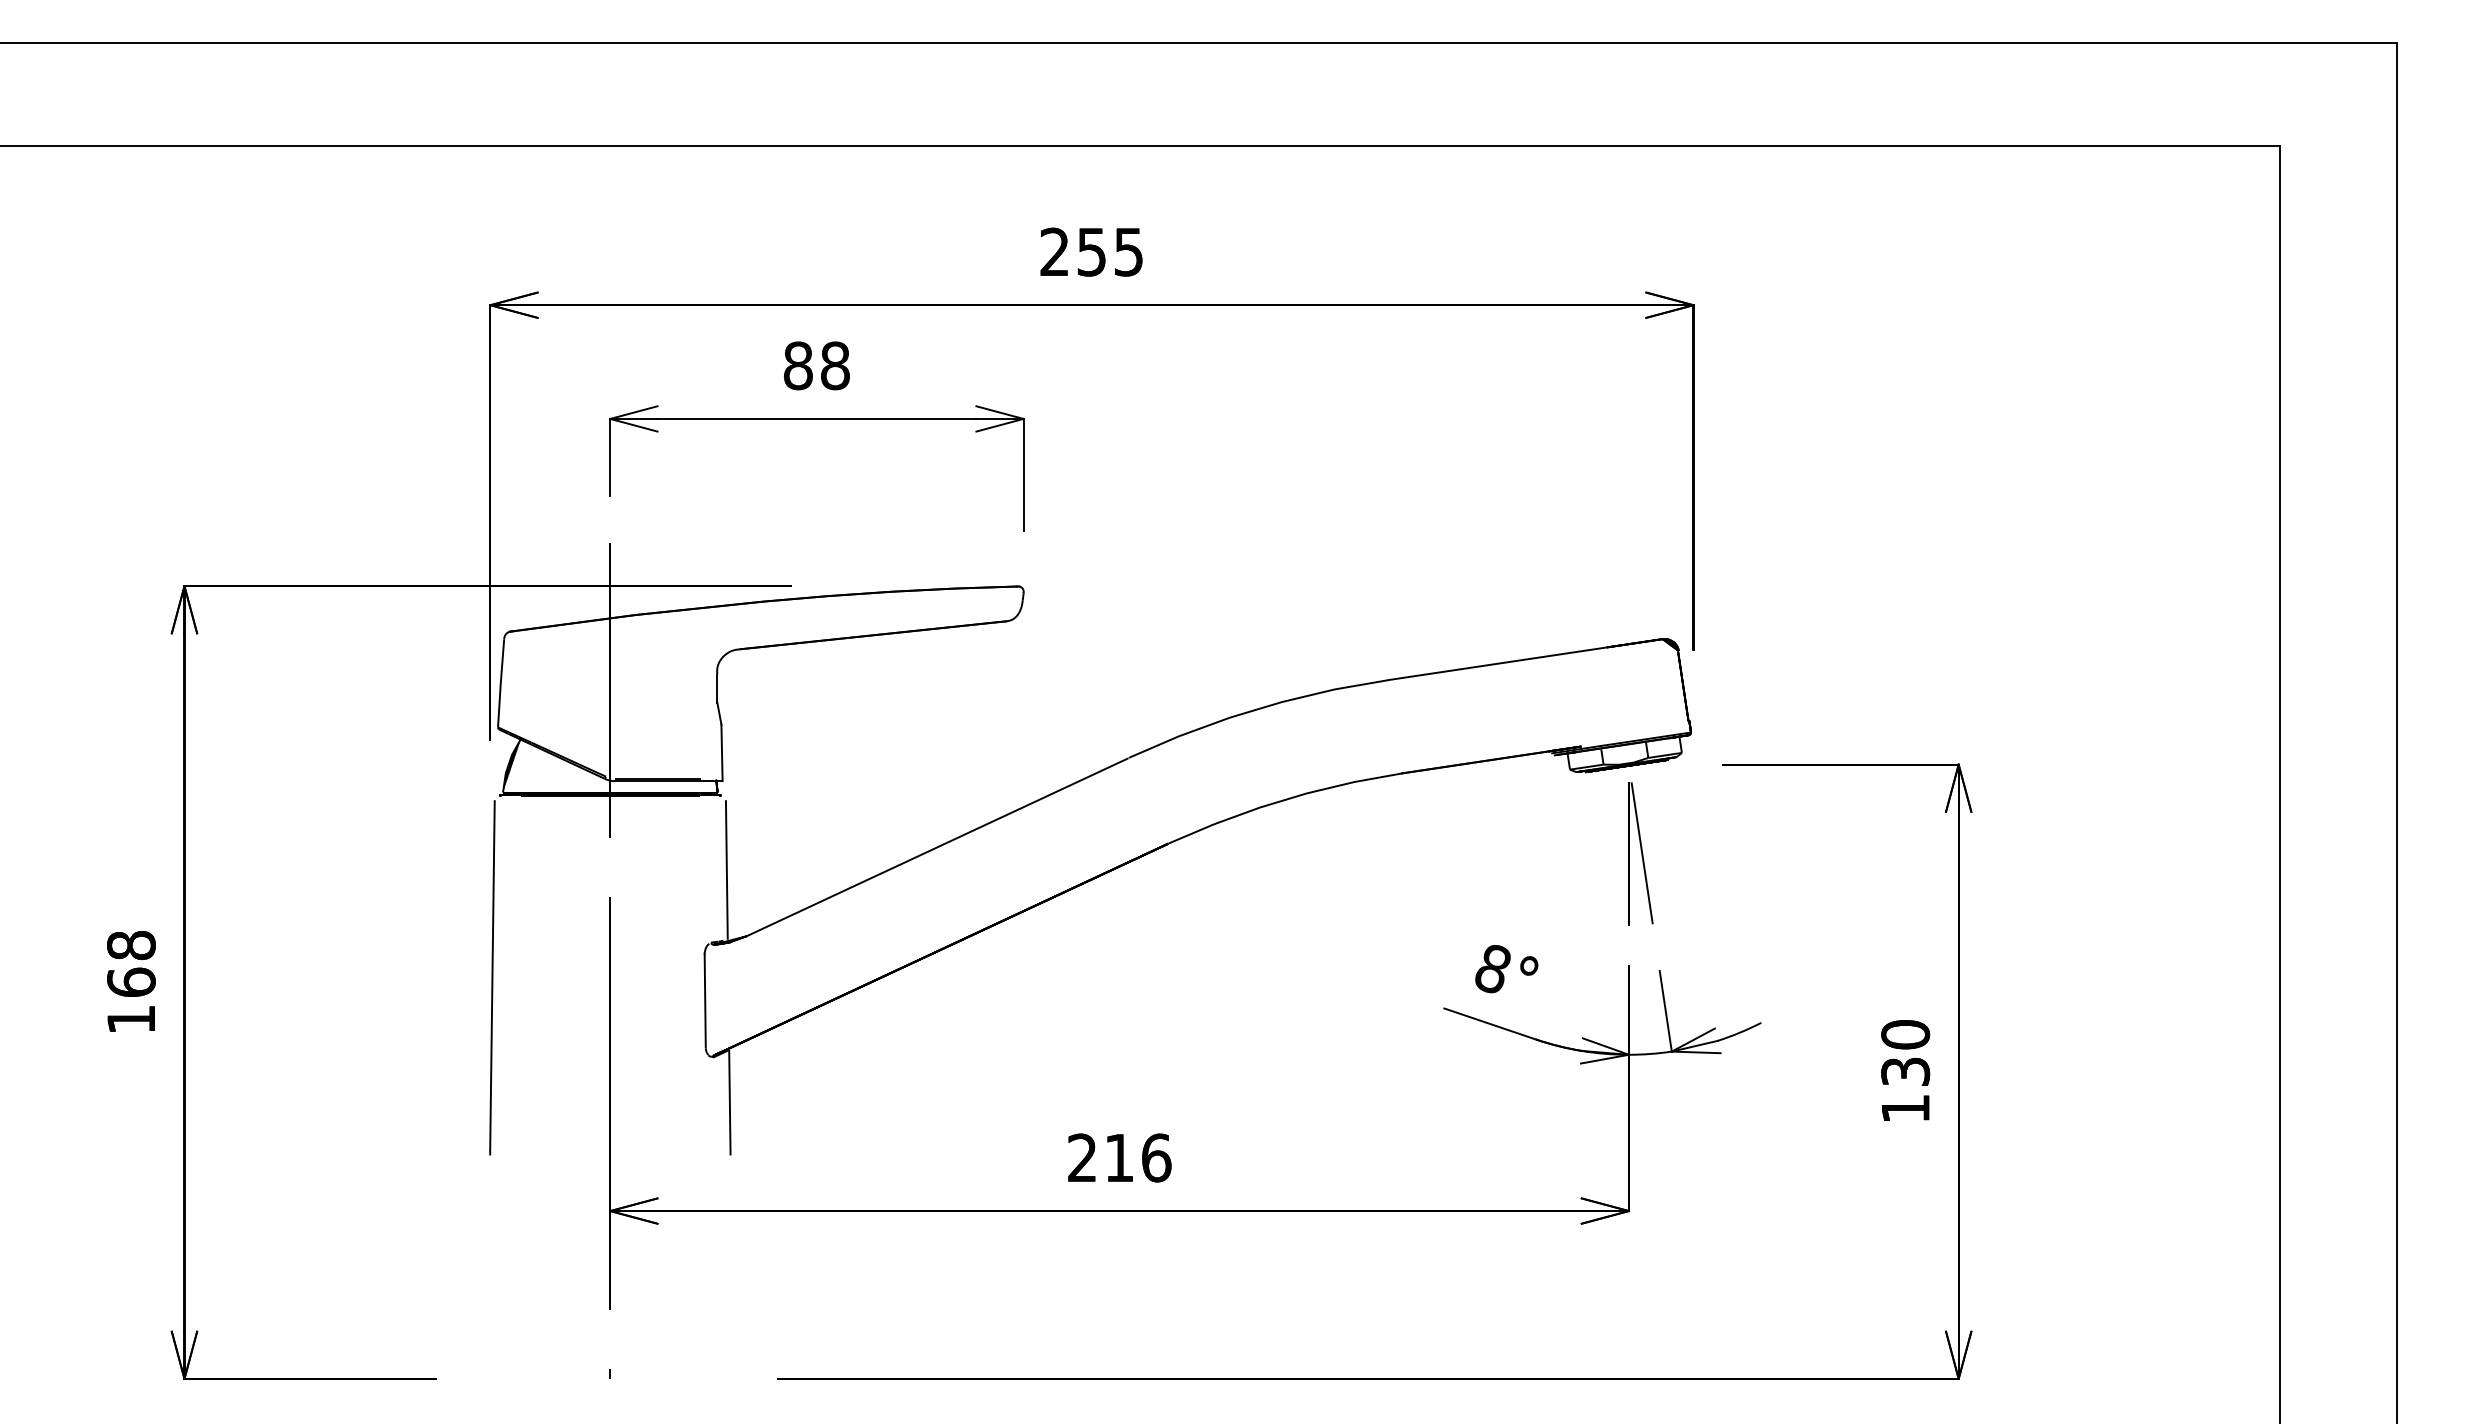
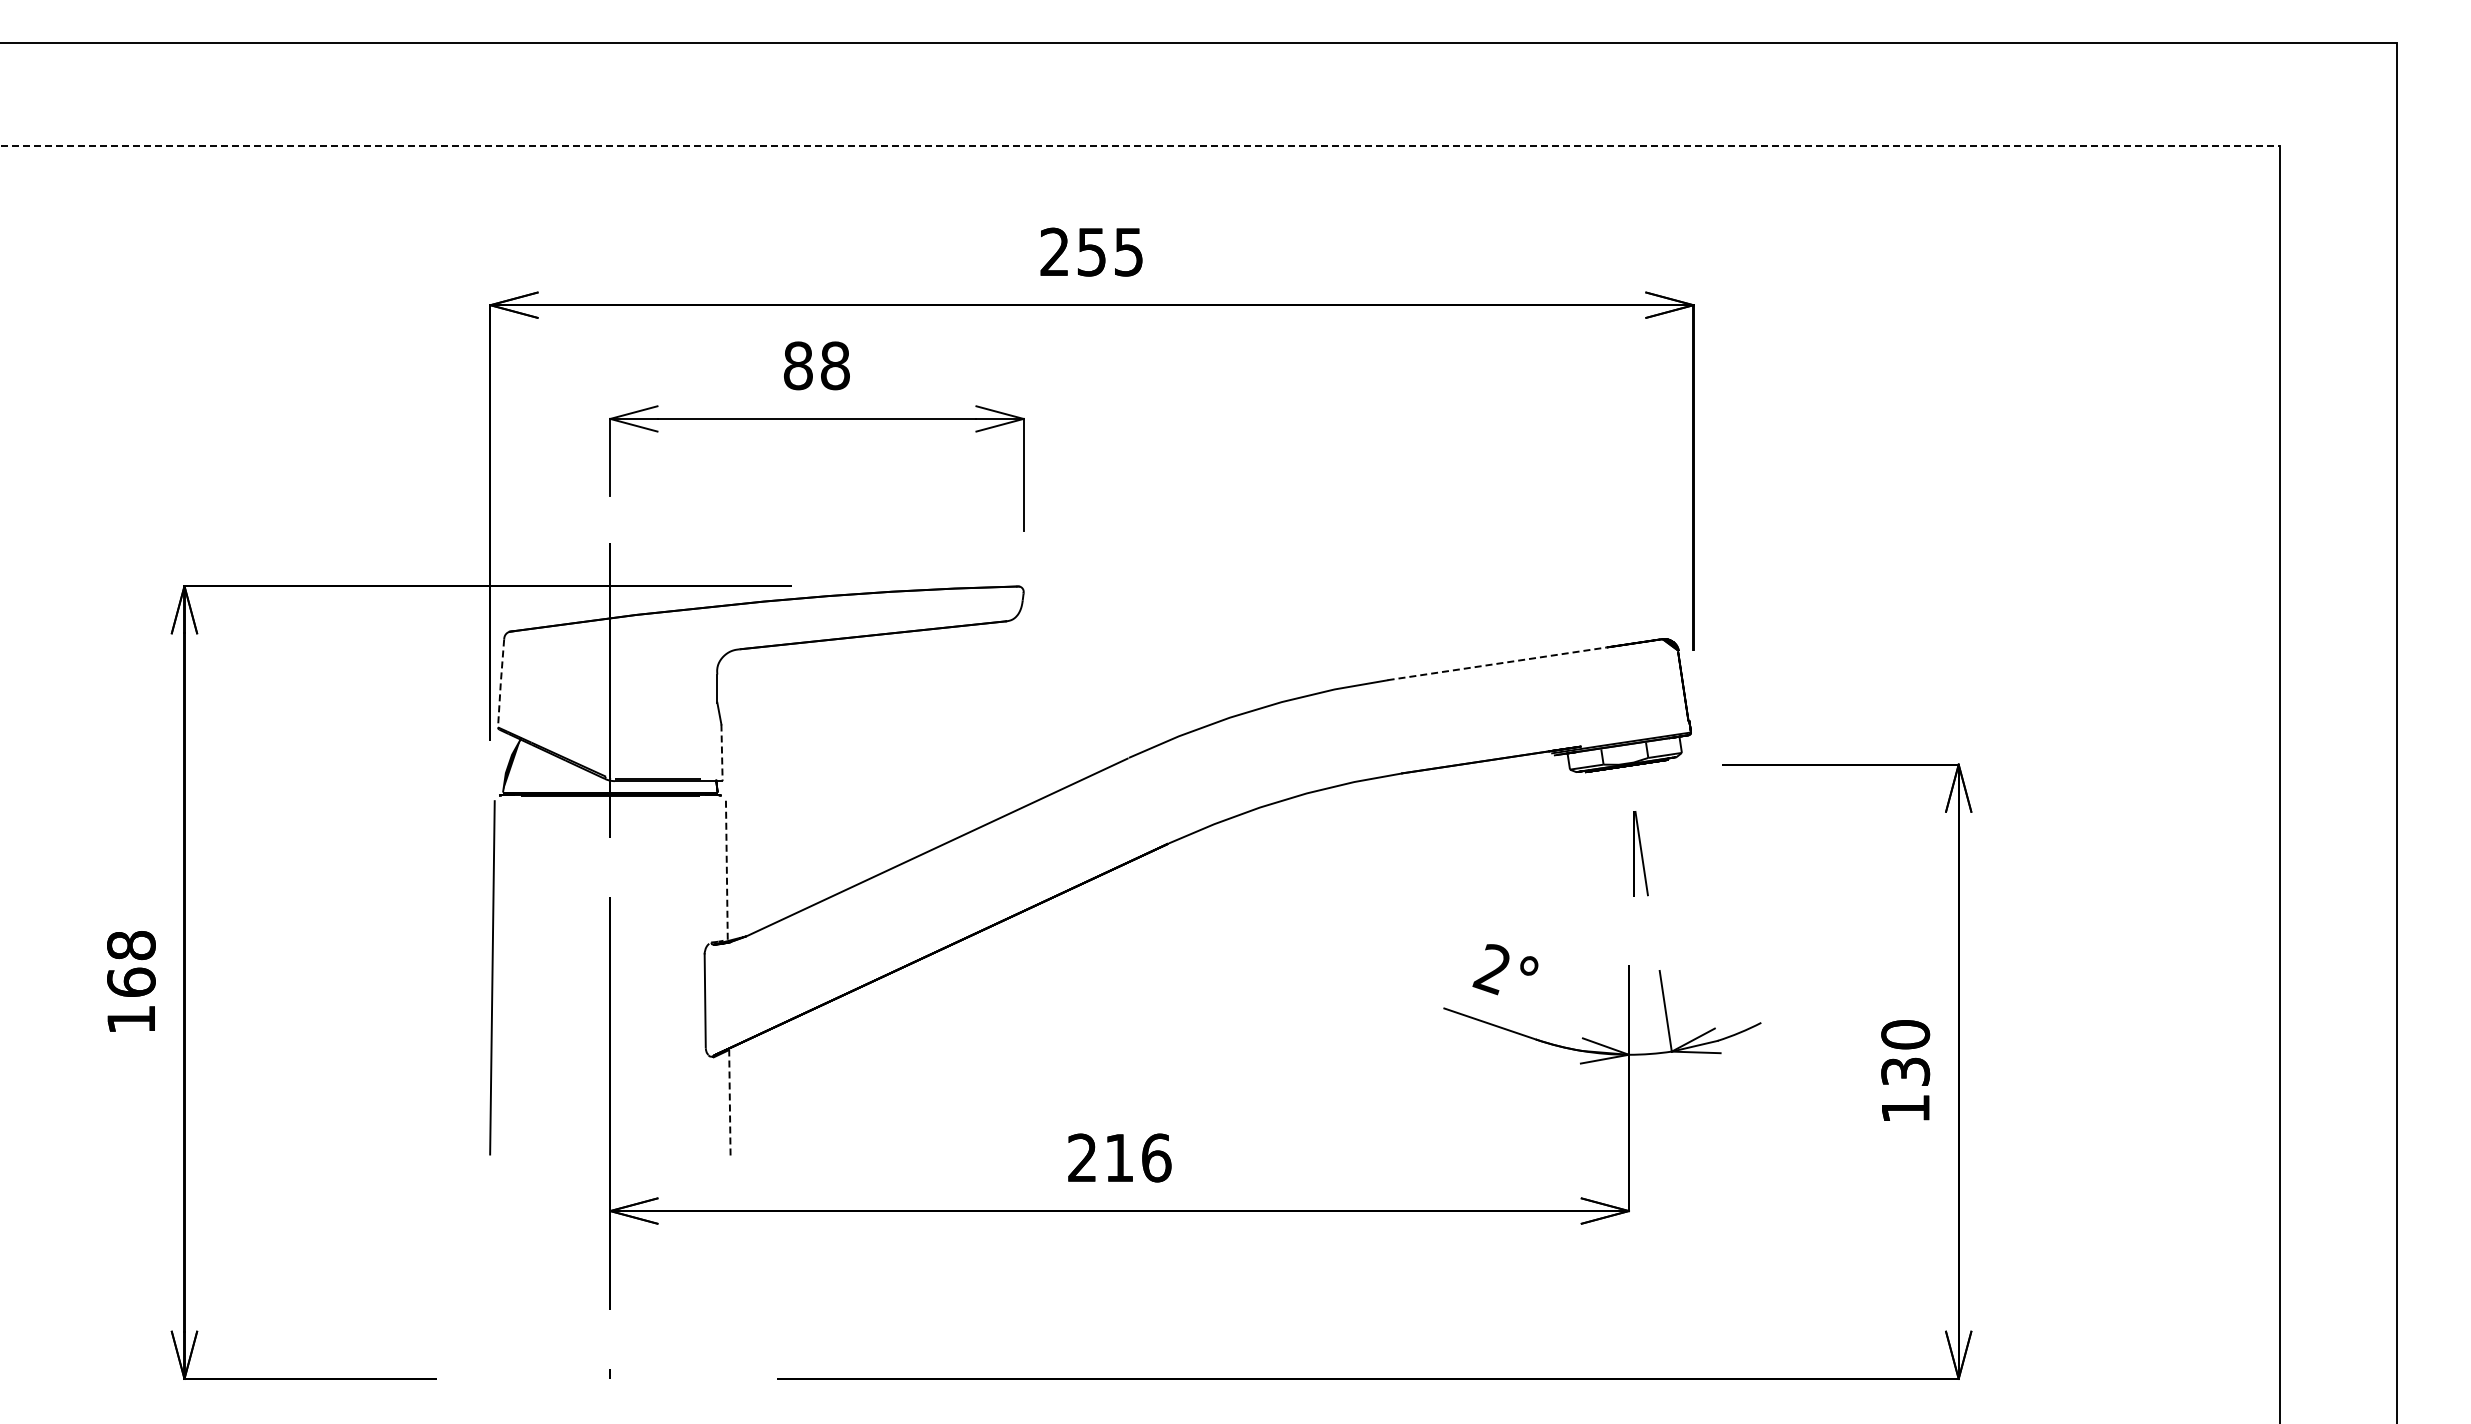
line at (1140, 146): solid -> dashed
line at (1497, 663): solid -> dashed
line at (500, 683): solid -> dashed
line at (722, 753): solid -> dashed
part at (1640, 853) size: 26x144 px -> 16x86 px
line at (726, 869): solid -> dashed
text at (1491, 969): 8° -> 2°
line at (729, 1102): solid -> dashed
